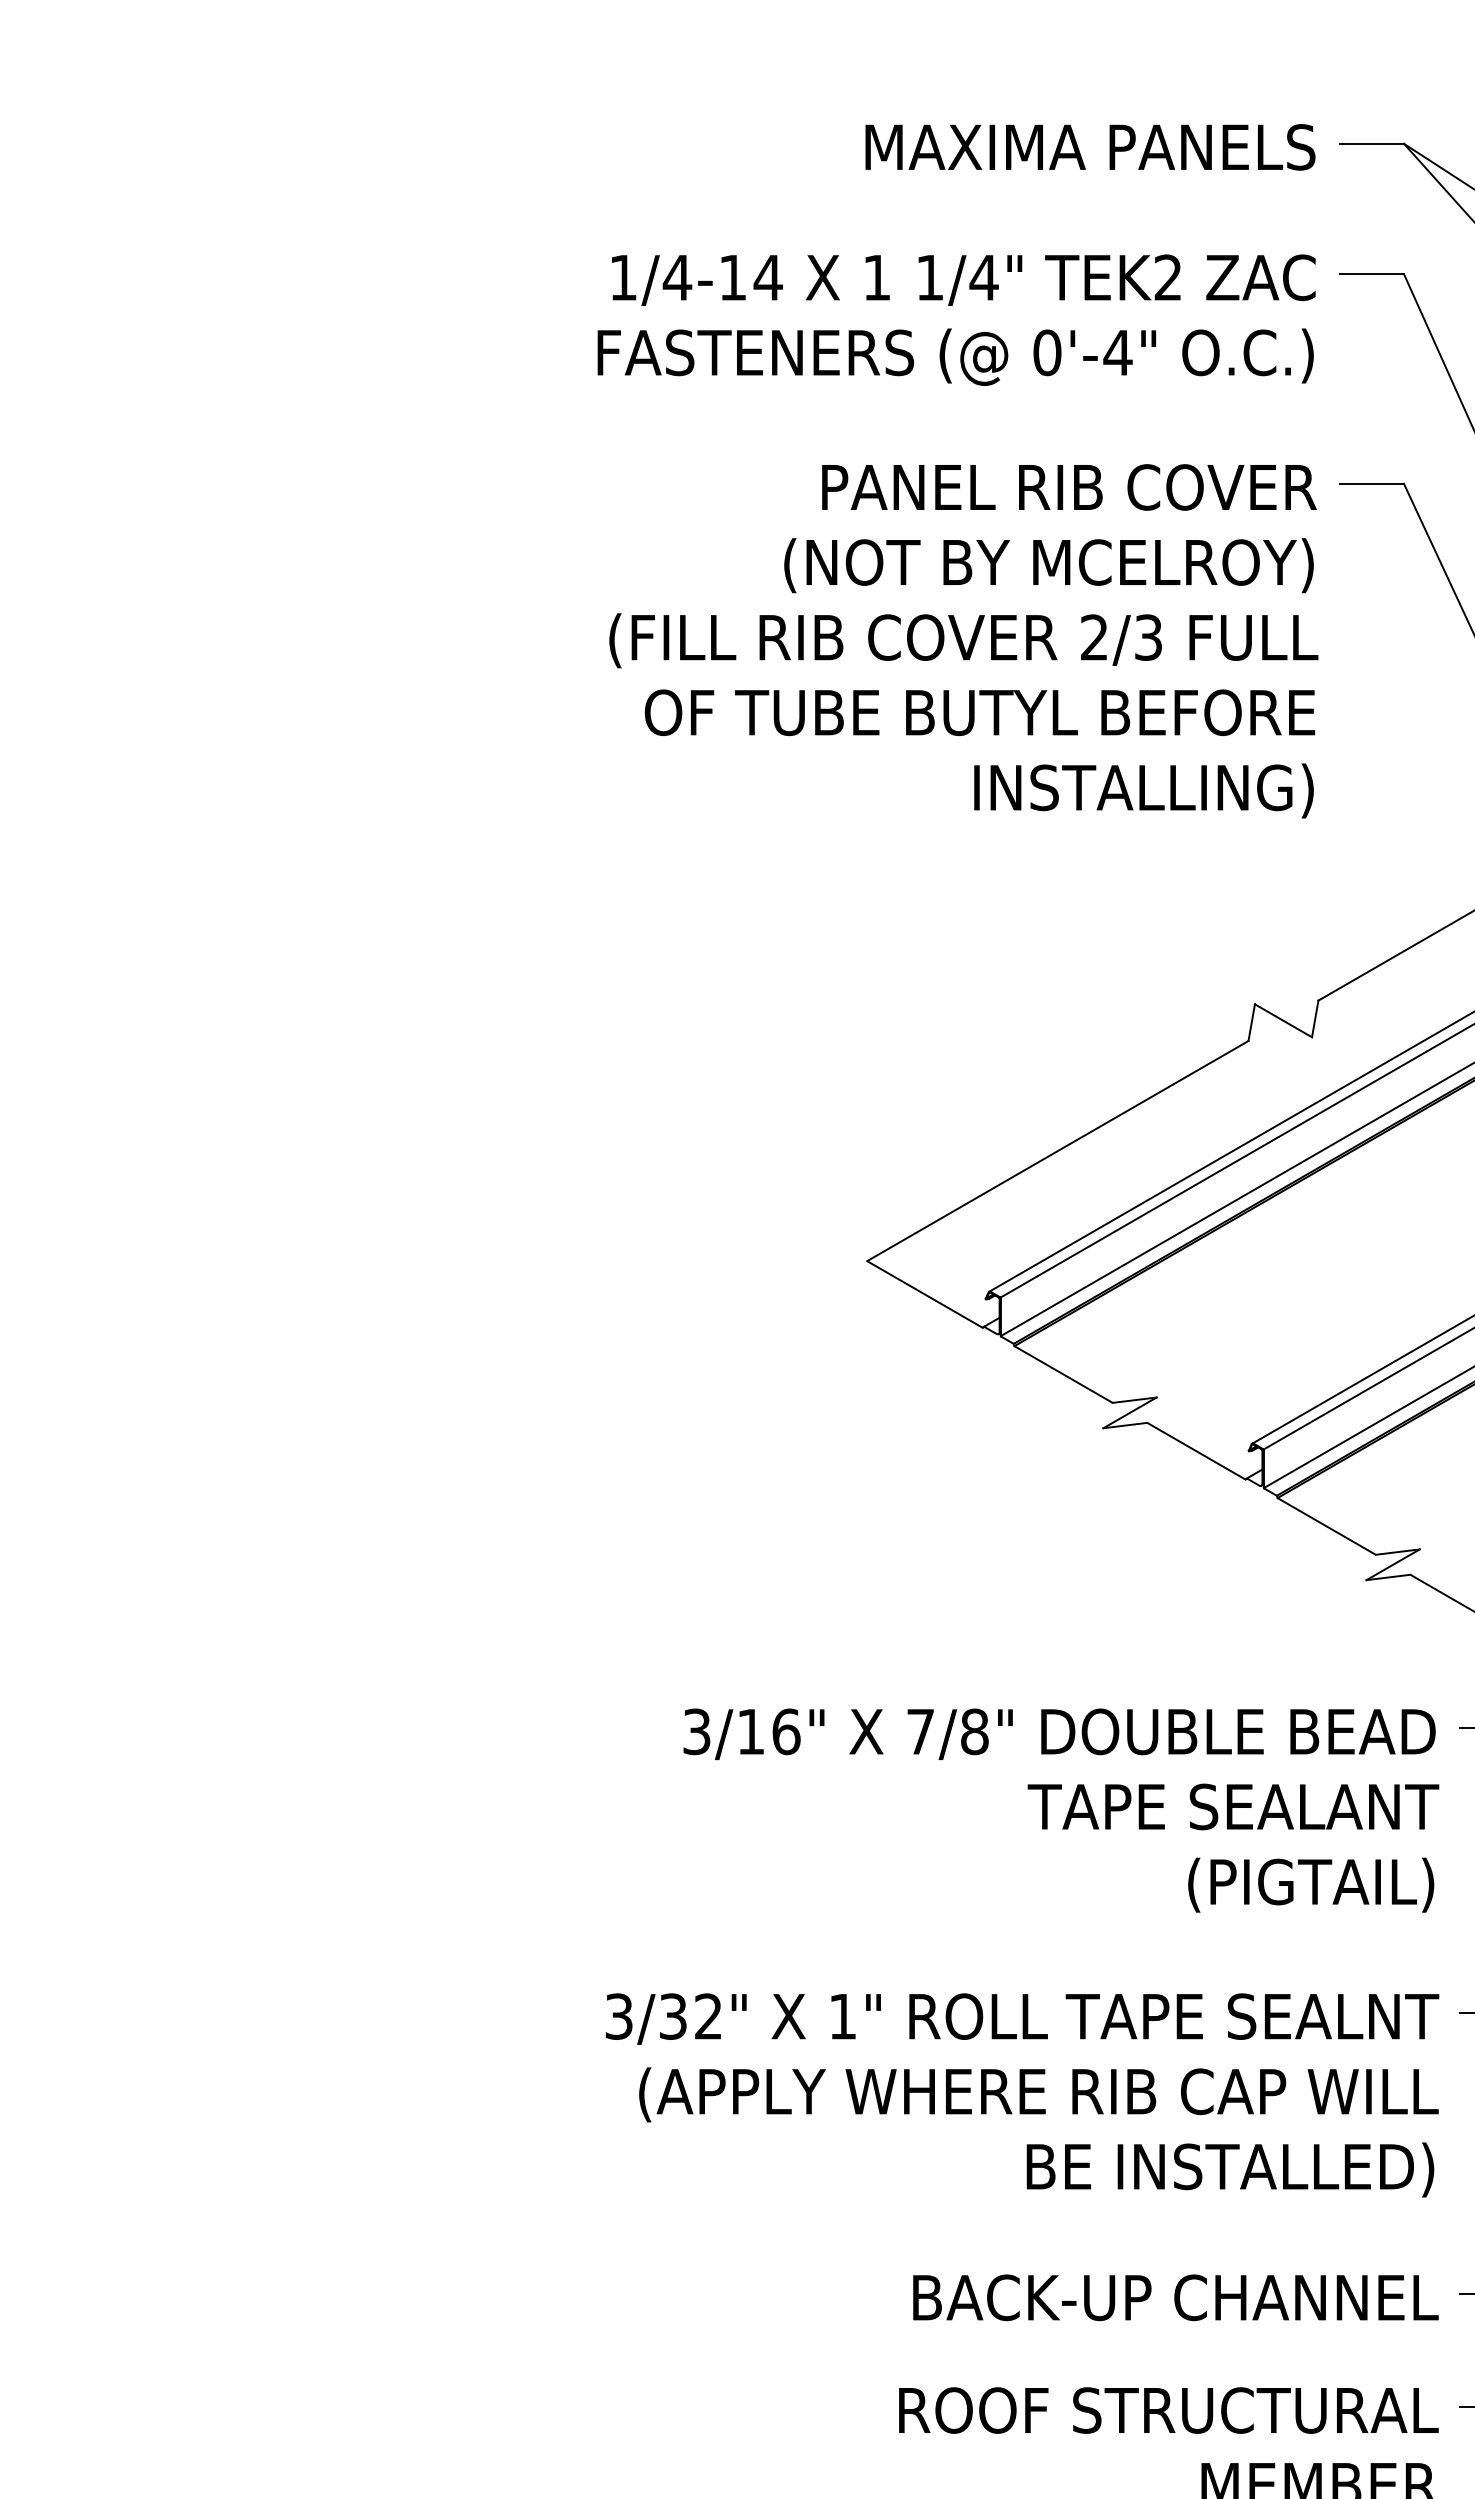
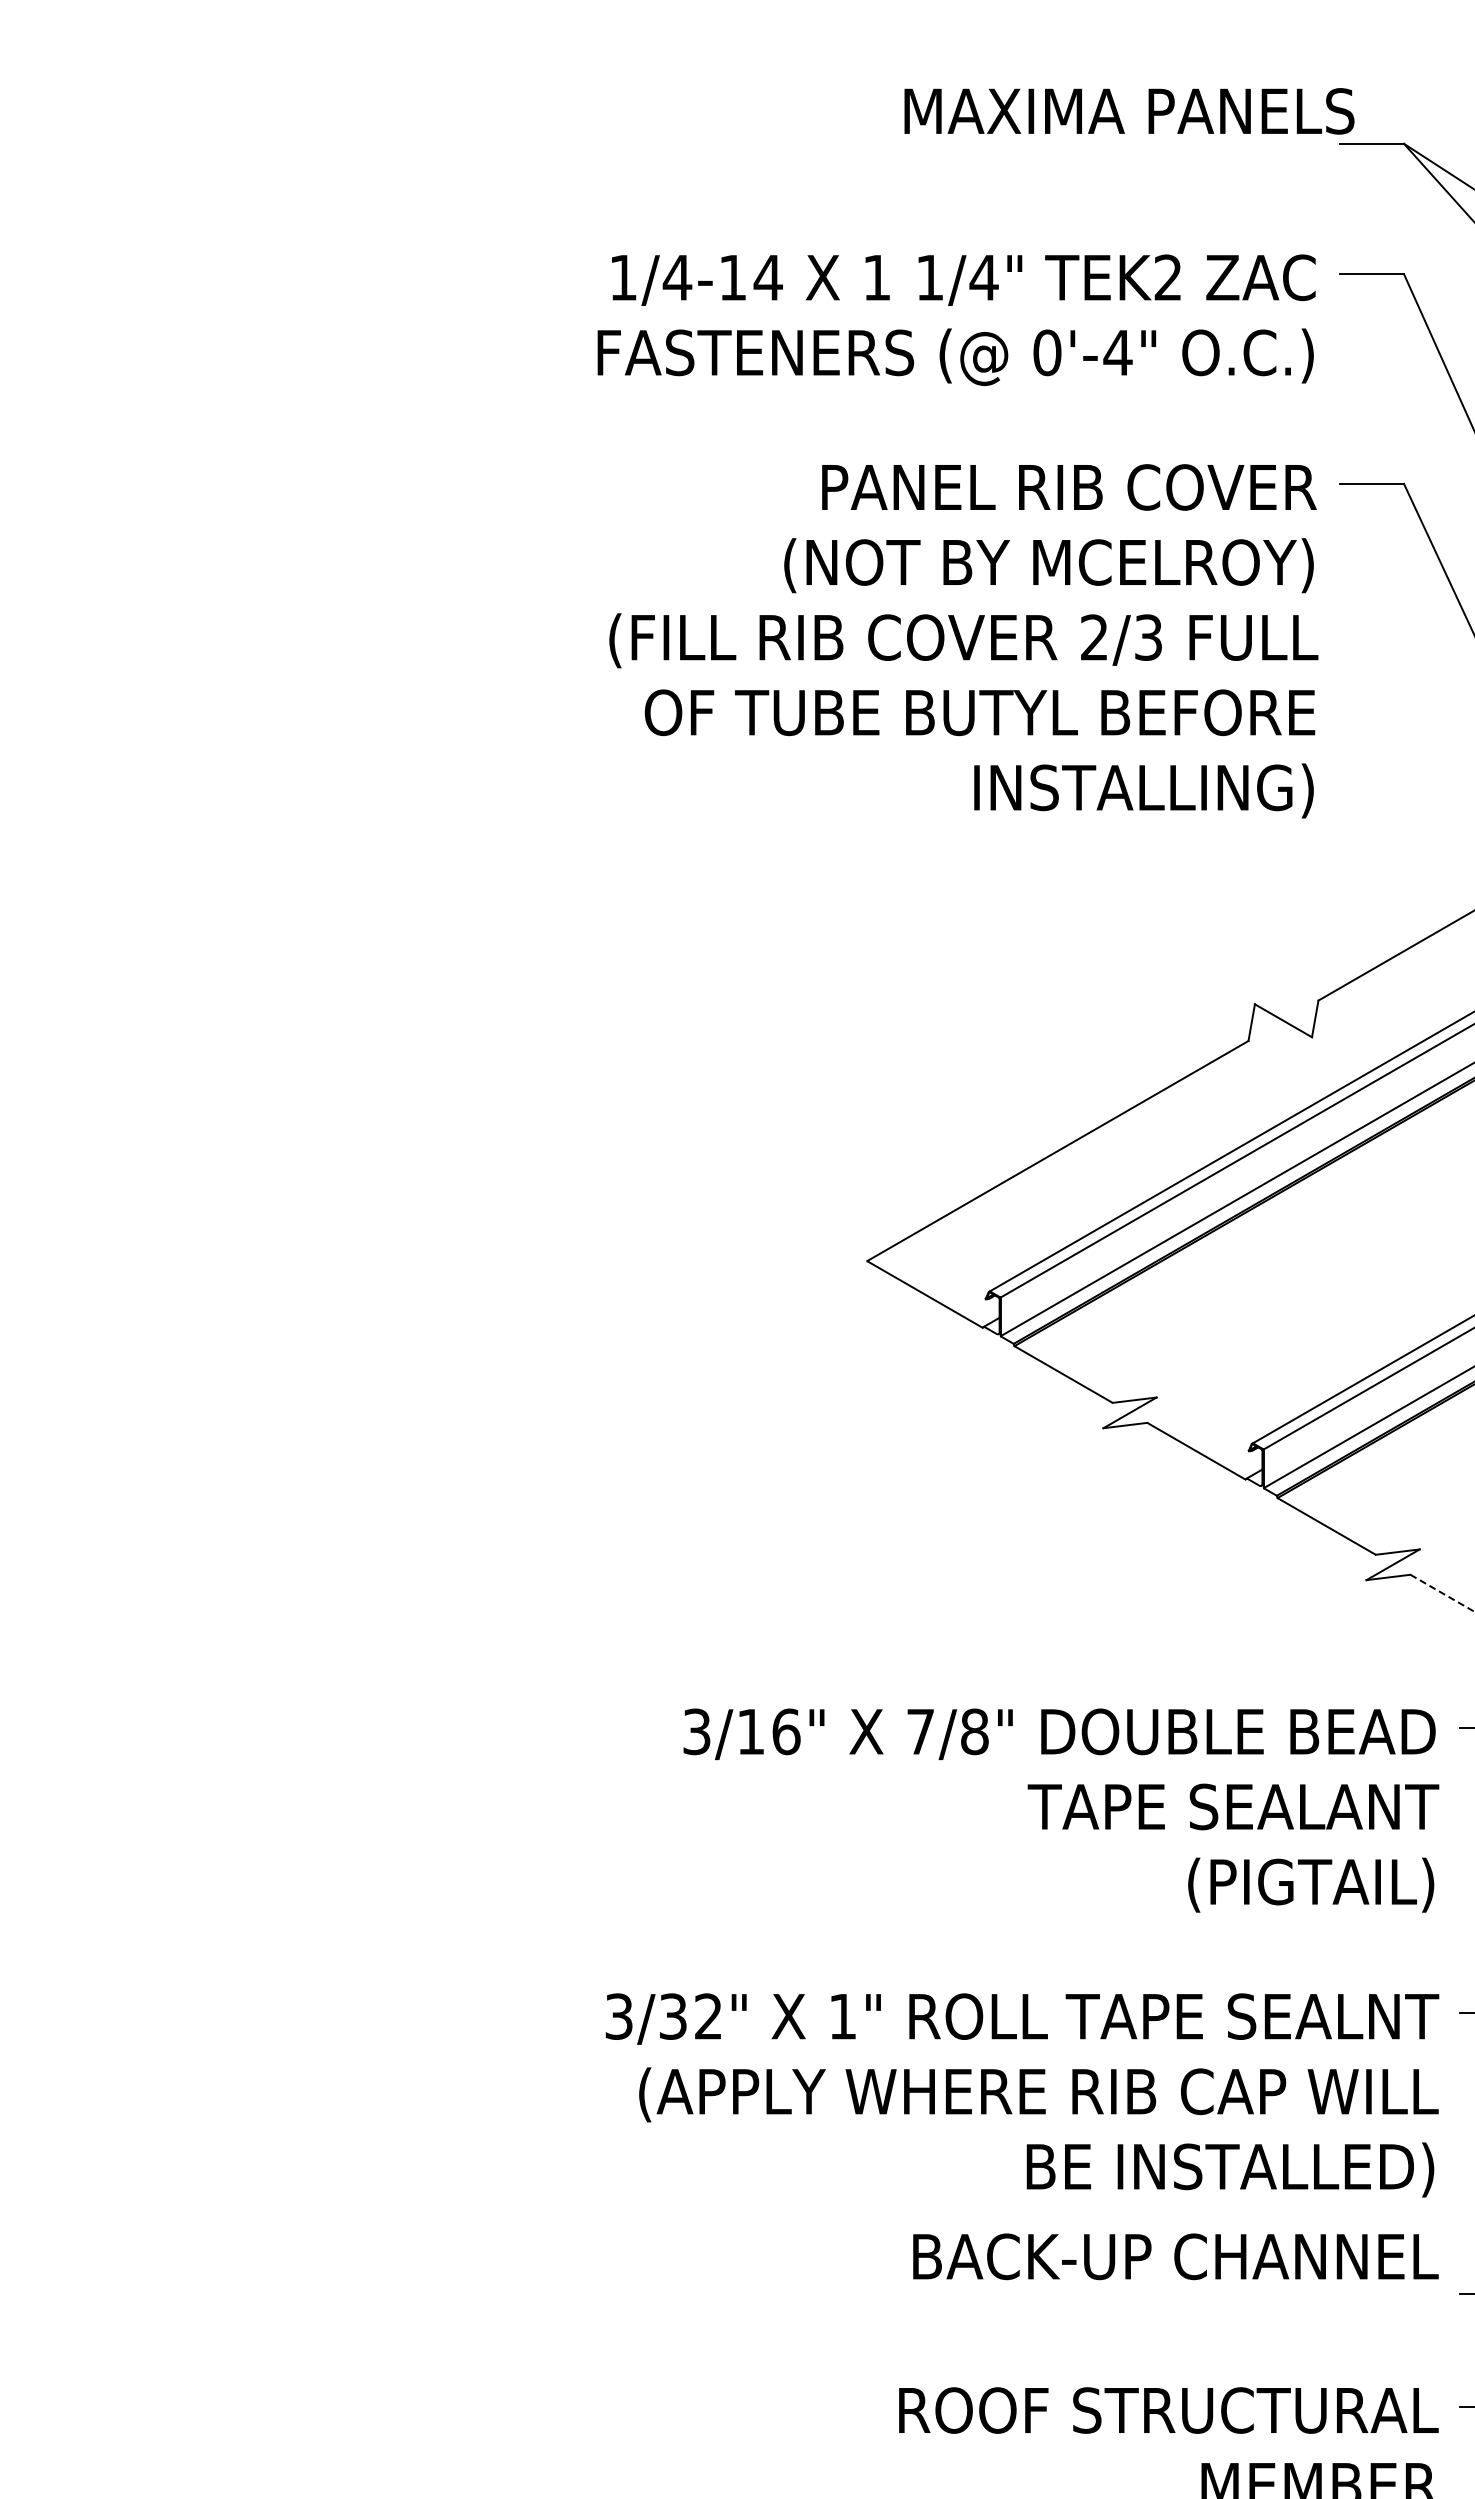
text at (1090, 147) position: (1090, 147) -> (1129, 111)
line at (1443, 1593): solid -> dashed
text at (1175, 2297) position: (1175, 2297) -> (1175, 2256)
